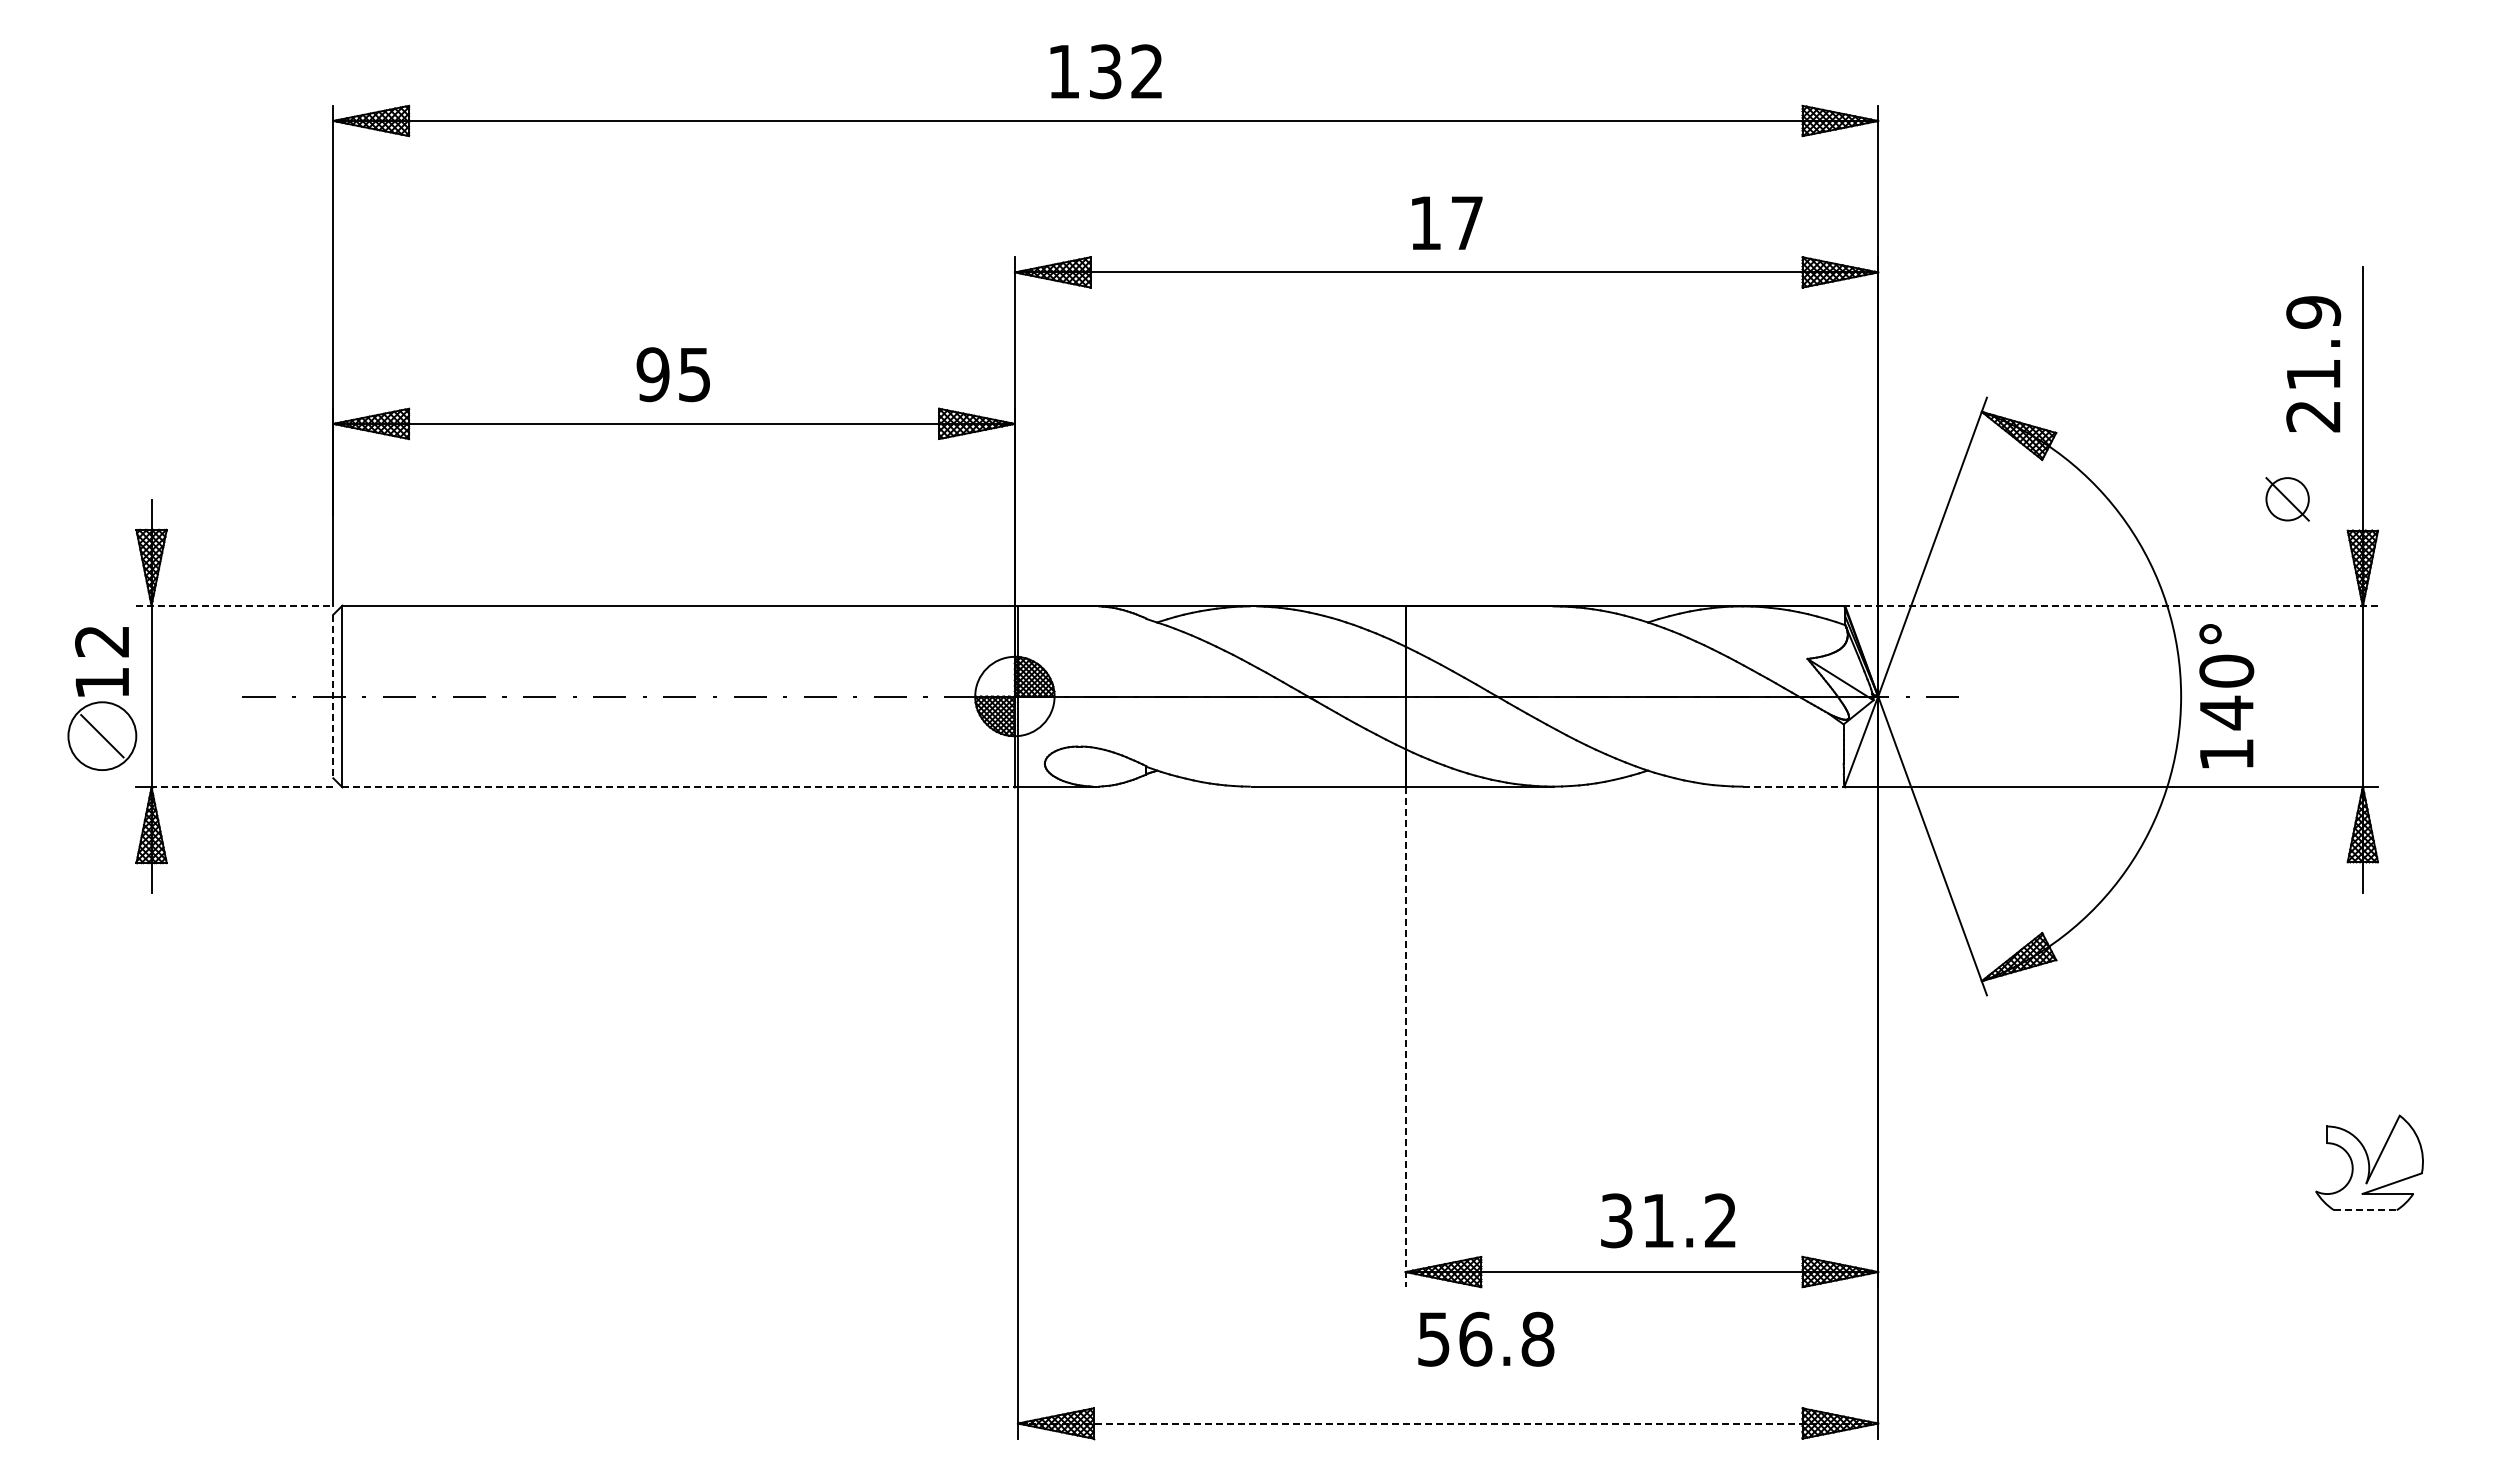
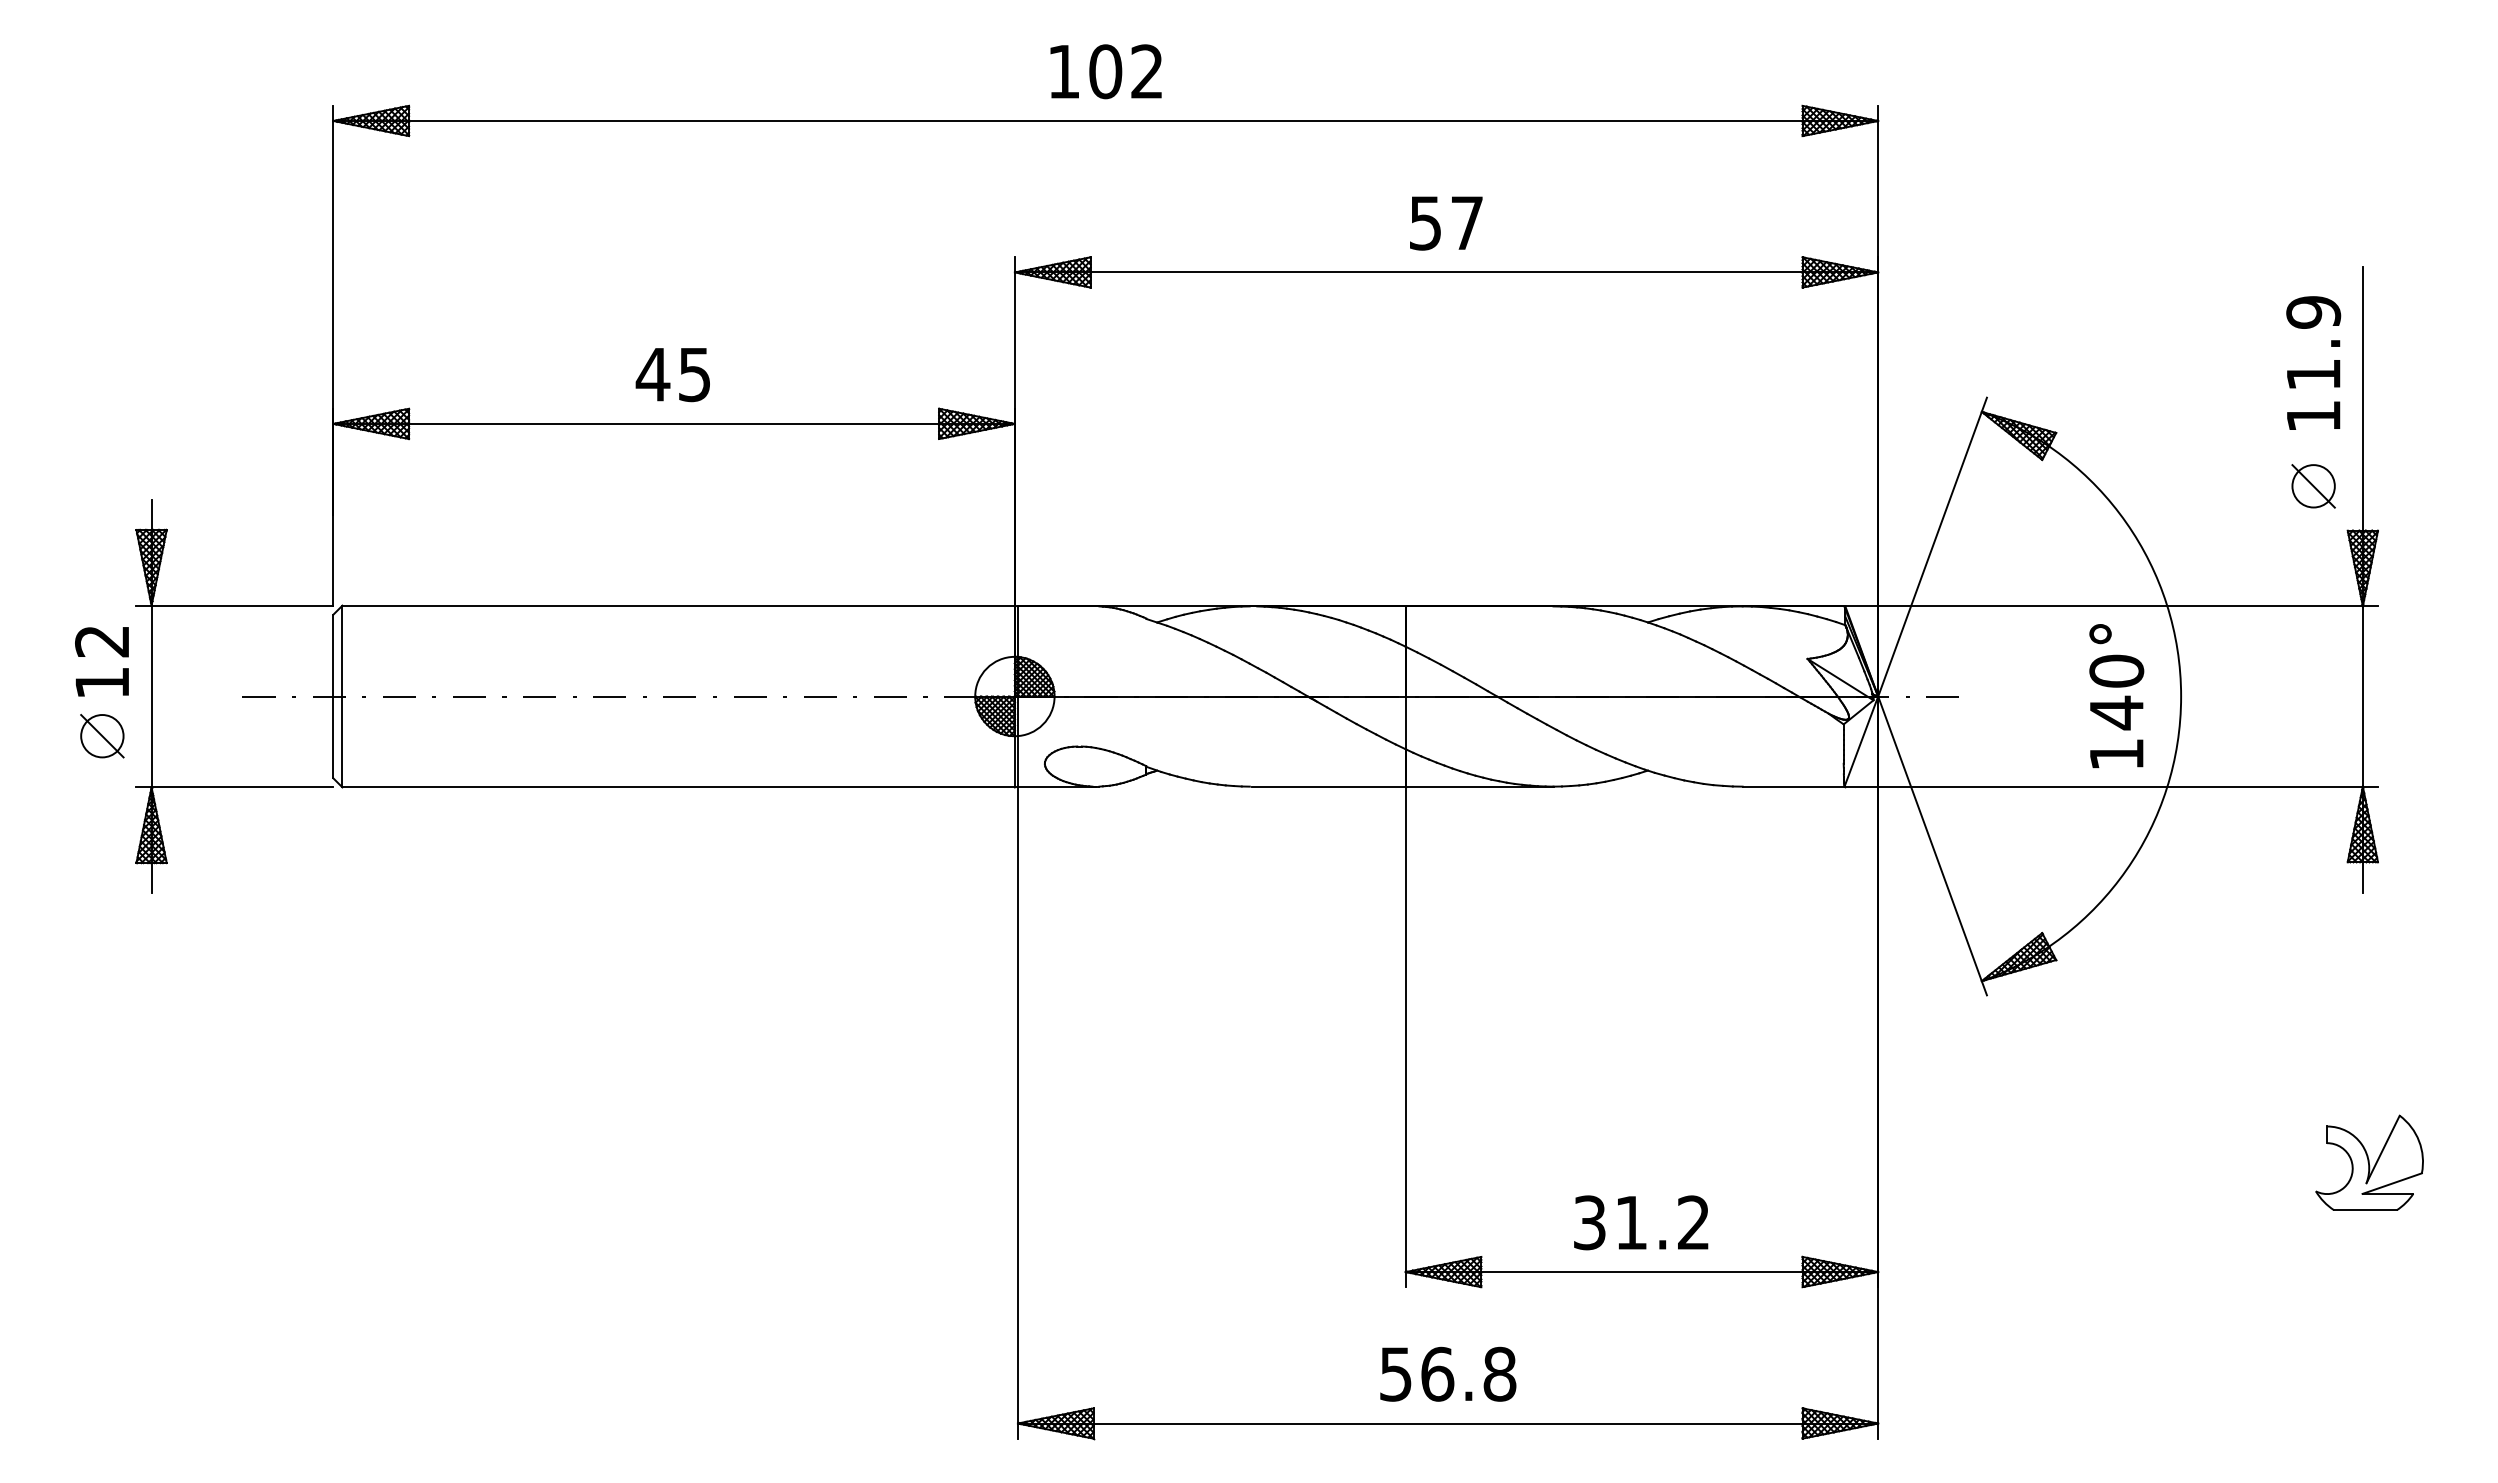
text at (1105, 71): 132 -> 102
text at (1425, 223): 17 -> 57
text at (652, 374): 95 -> 45
text at (2313, 416): 21.9 -> 11.9
part at (2287, 499) position: (2287, 499) -> (2313, 486)
line at (235, 605): dashed -> solid
line at (2111, 606): dashed -> solid
line at (333, 696): dashed -> solid
text at (2226, 696) position: (2226, 696) -> (2116, 696)
circle at (102, 736) diameter: 68 px -> 42 px
line at (1793, 786): dashed -> solid
line at (242, 787): dashed -> solid
line at (679, 787): dashed -> solid
line at (1405, 1037): dashed -> solid
line at (2365, 1210): dashed -> solid
text at (1668, 1220) position: (1668, 1220) -> (1641, 1222)
text at (1486, 1338) position: (1486, 1338) -> (1448, 1373)
line at (1448, 1423): dashed -> solid
